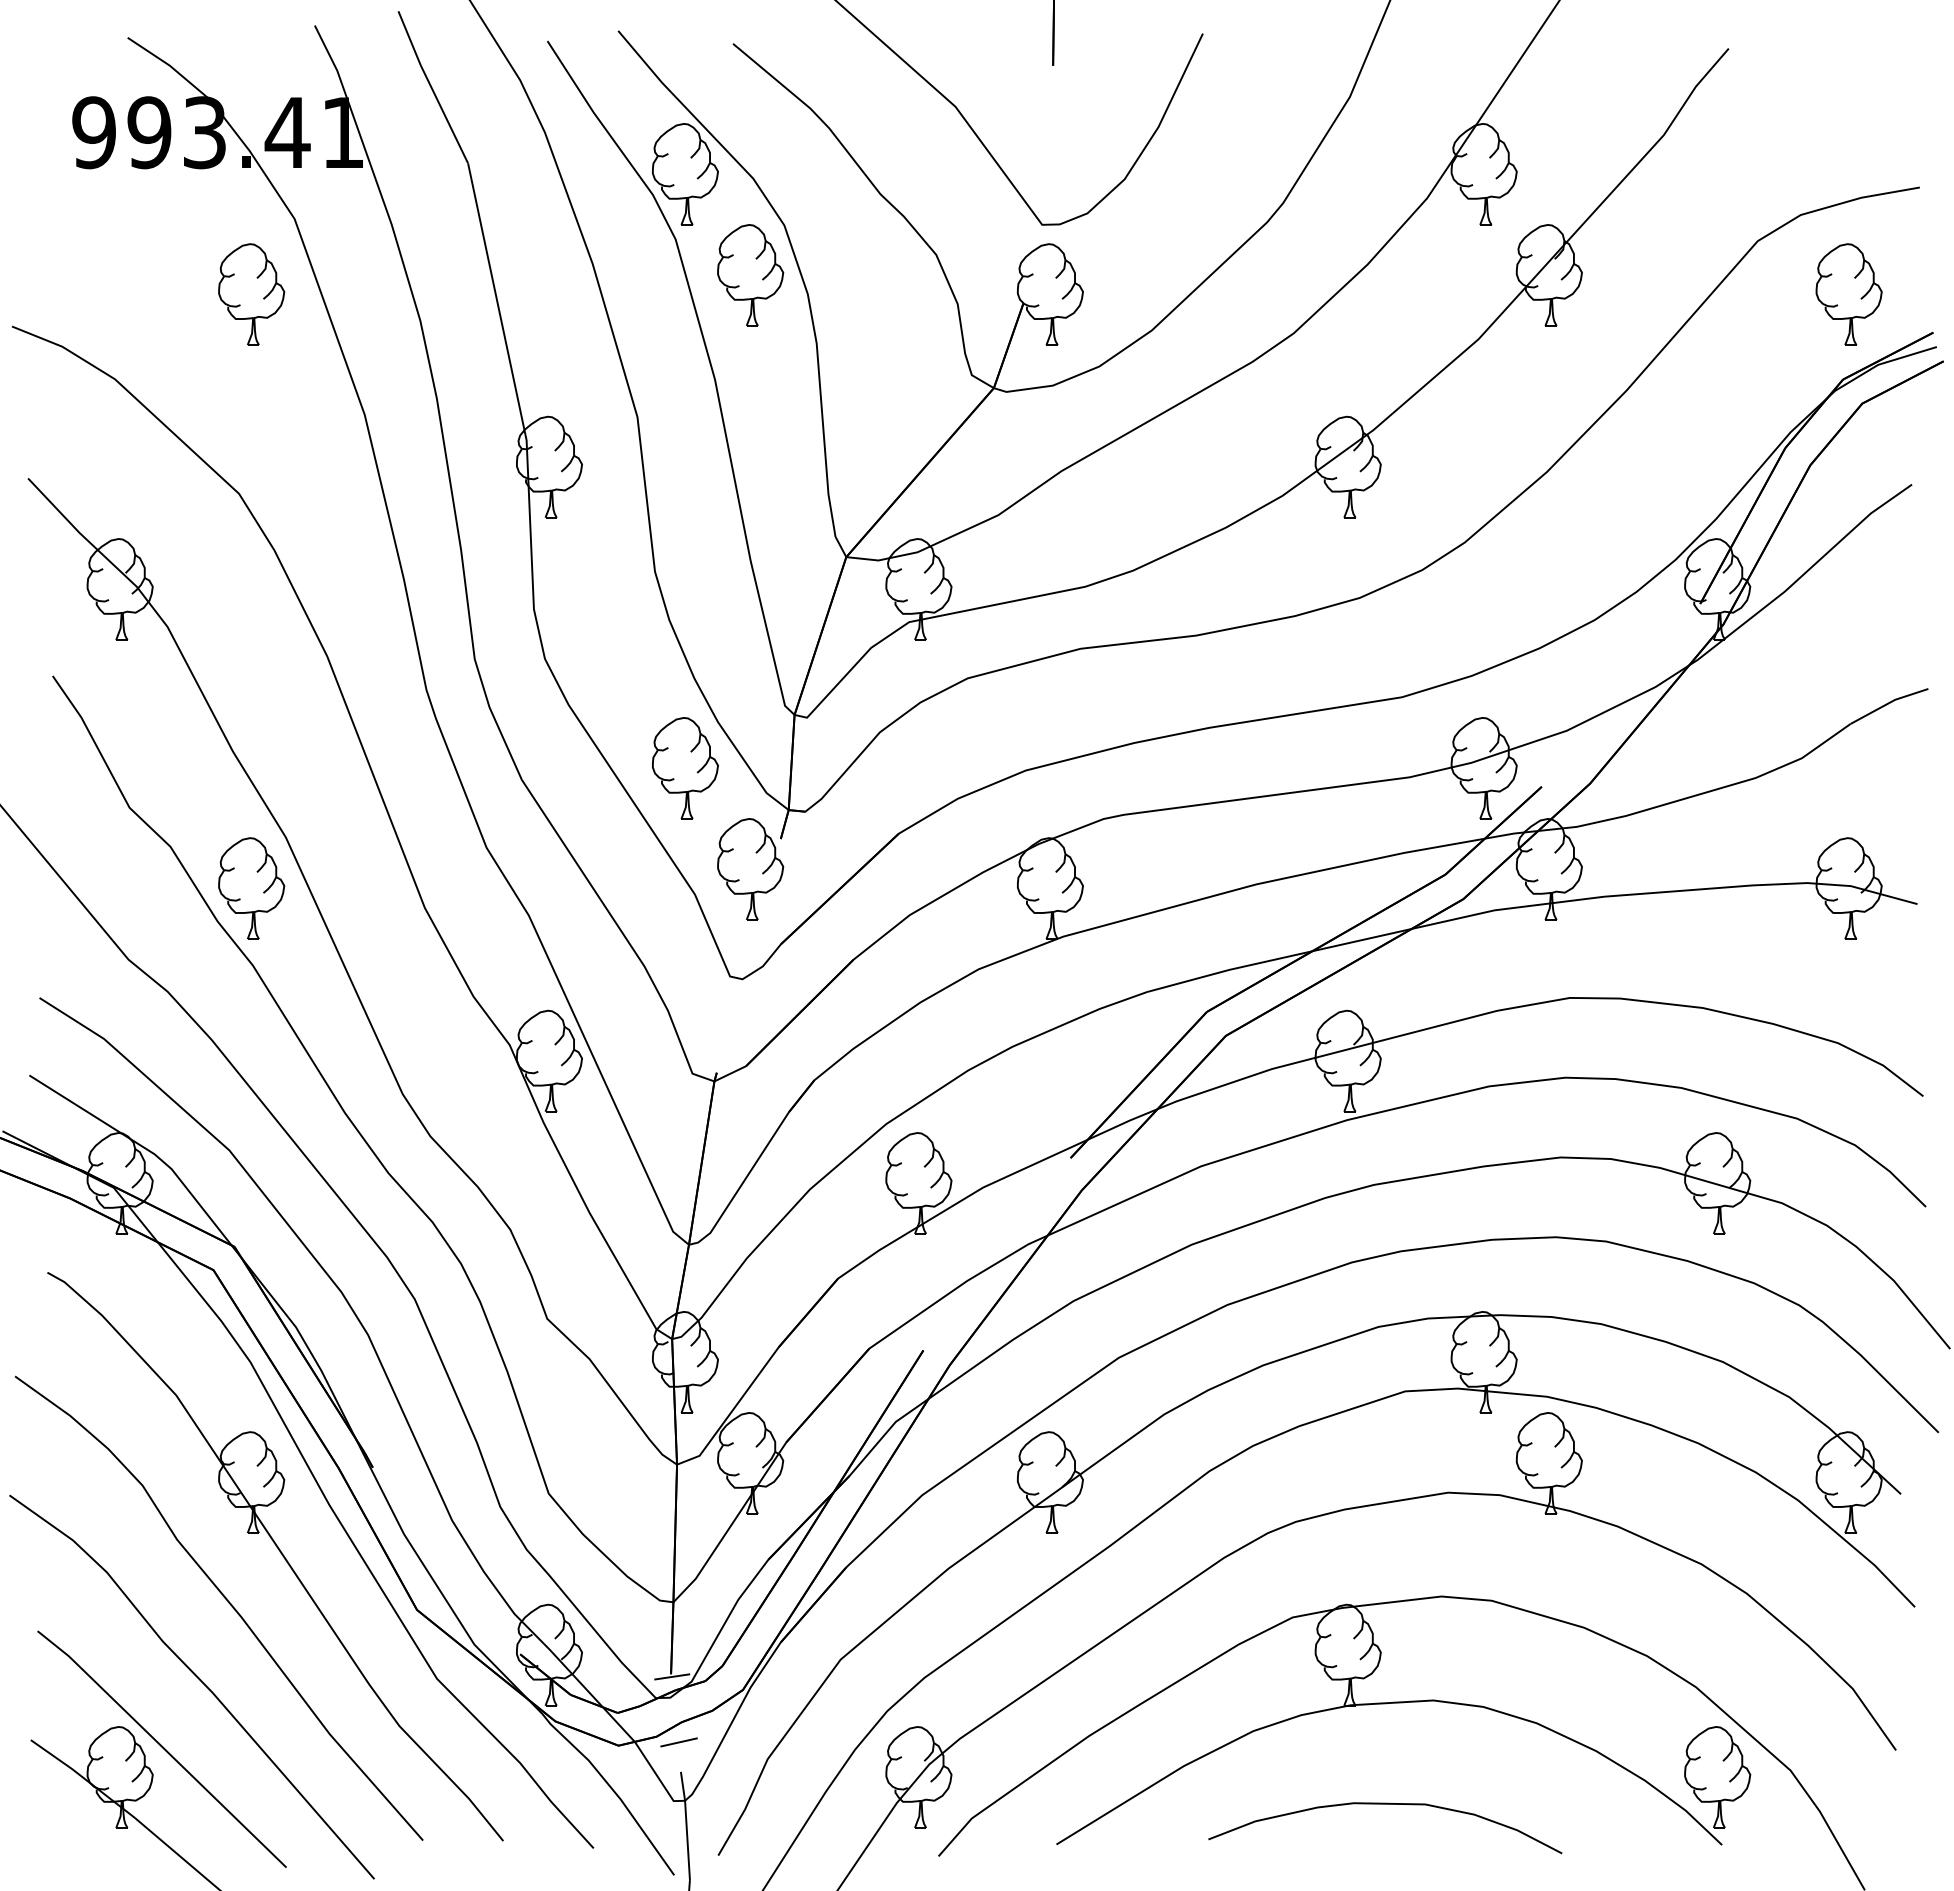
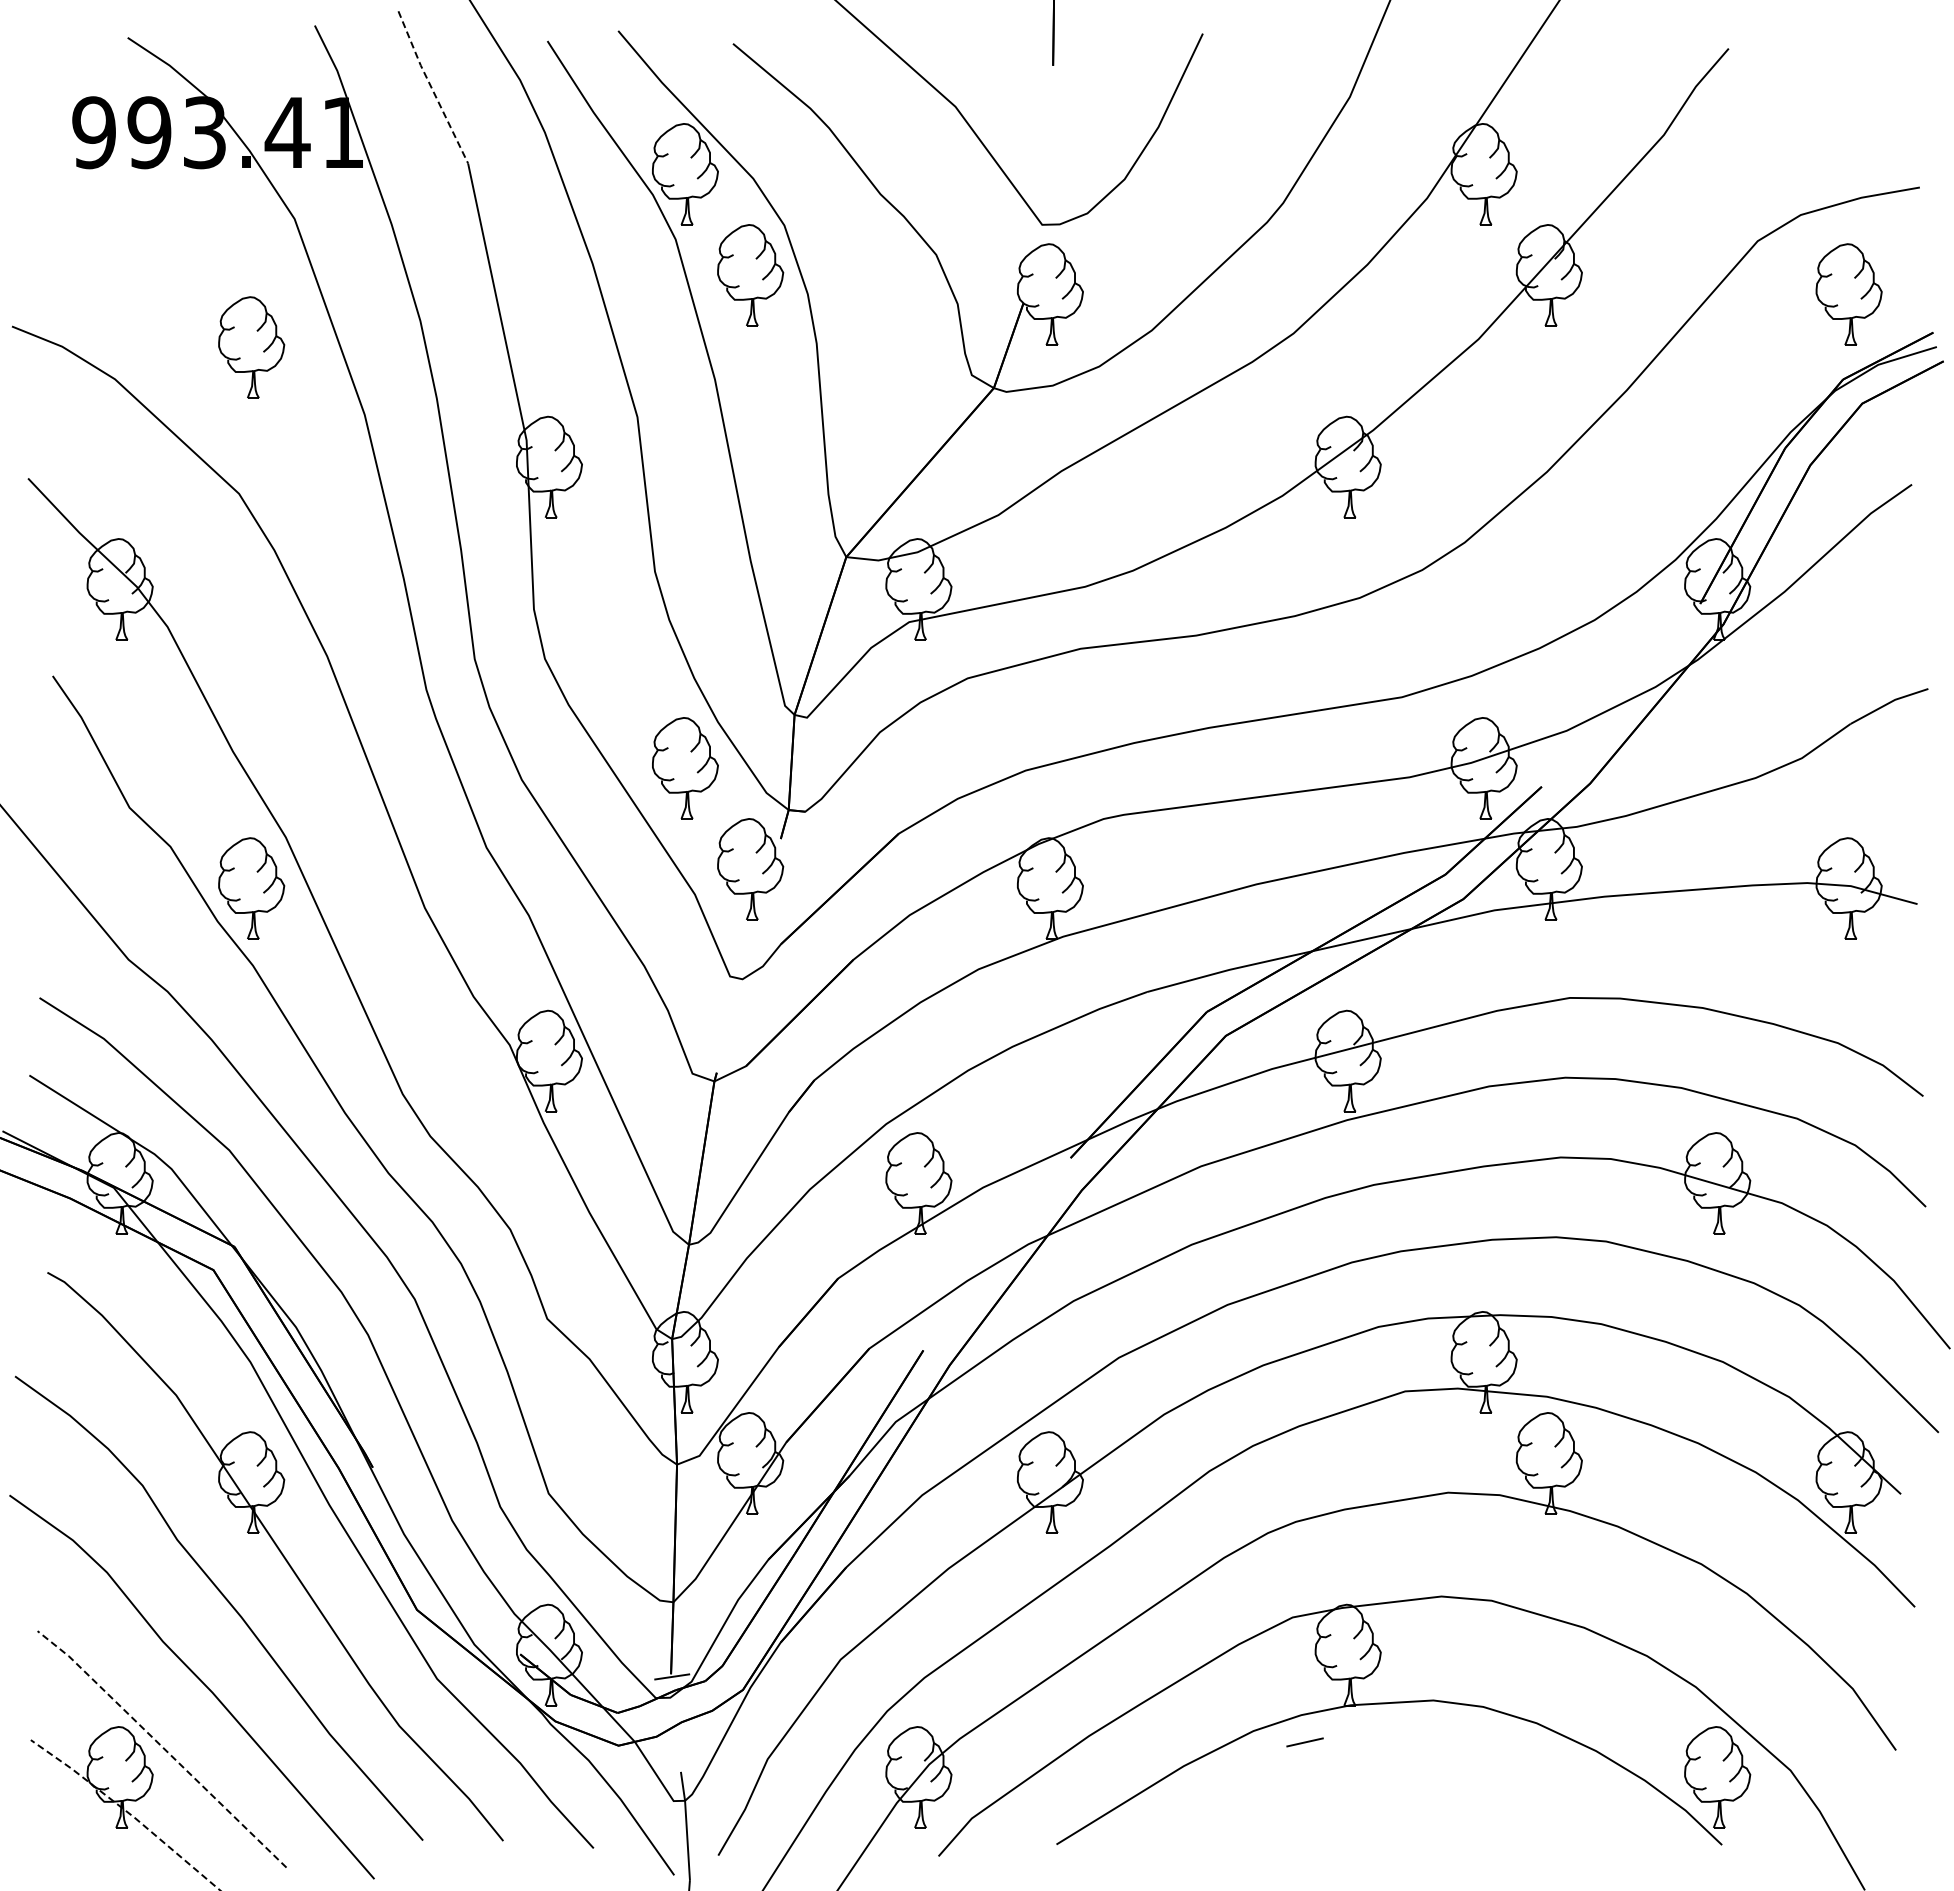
line at (431, 87): solid -> dashed
part at (251, 294) position: (251, 294) -> (251, 347)
line at (678, 1742) position: (678, 1742) -> (1304, 1742)
line at (162, 1747): solid -> dashed
curve at (1385, 1804): present -> none
line at (127, 1812): solid -> dashed
